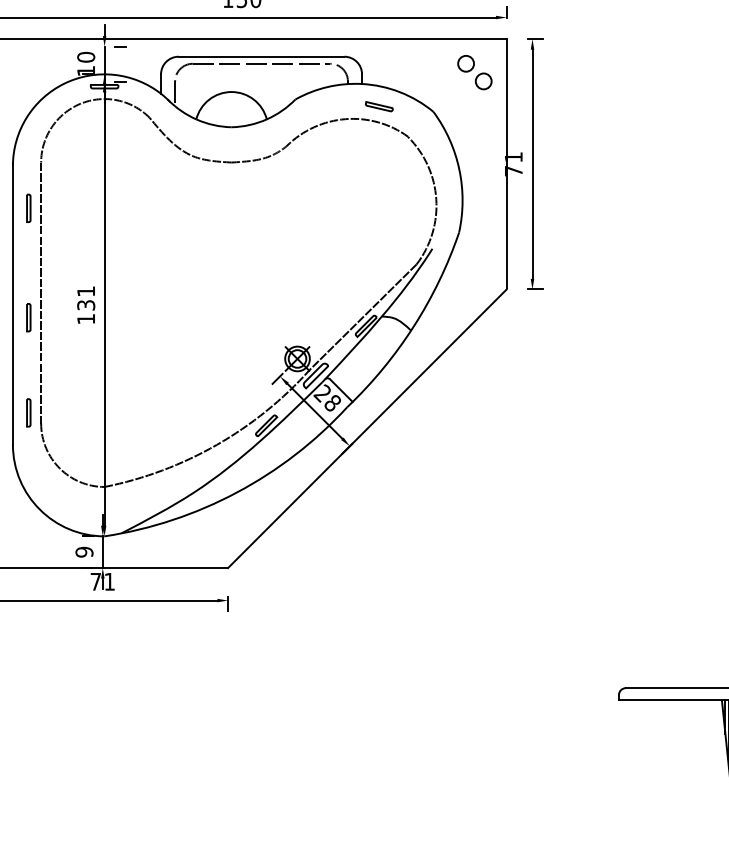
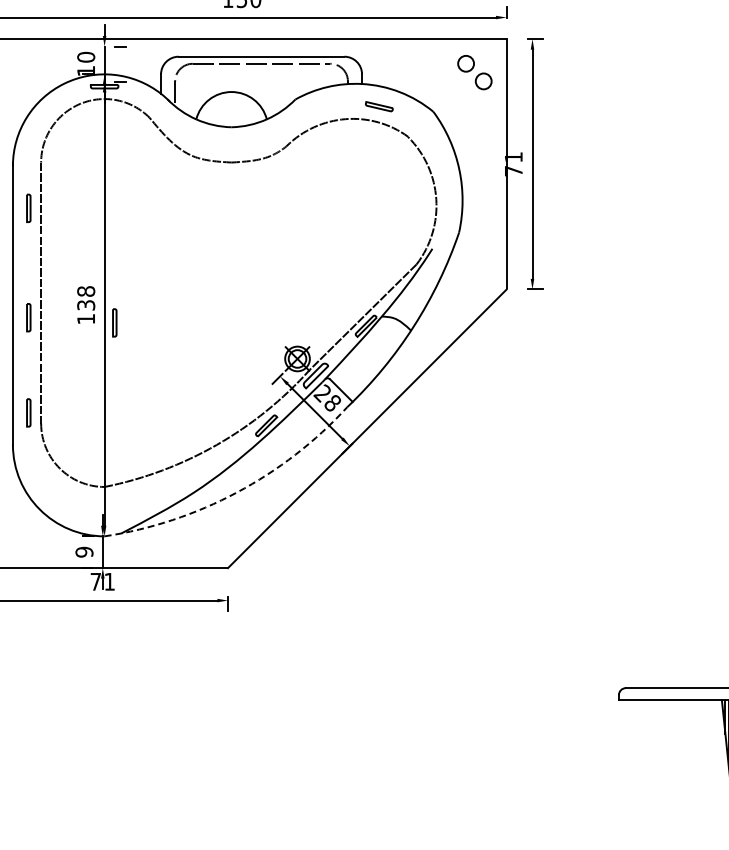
text at (86, 291): 131 -> 138
part at (114, 322): none -> present
arc at (236, 492): solid -> dashed
